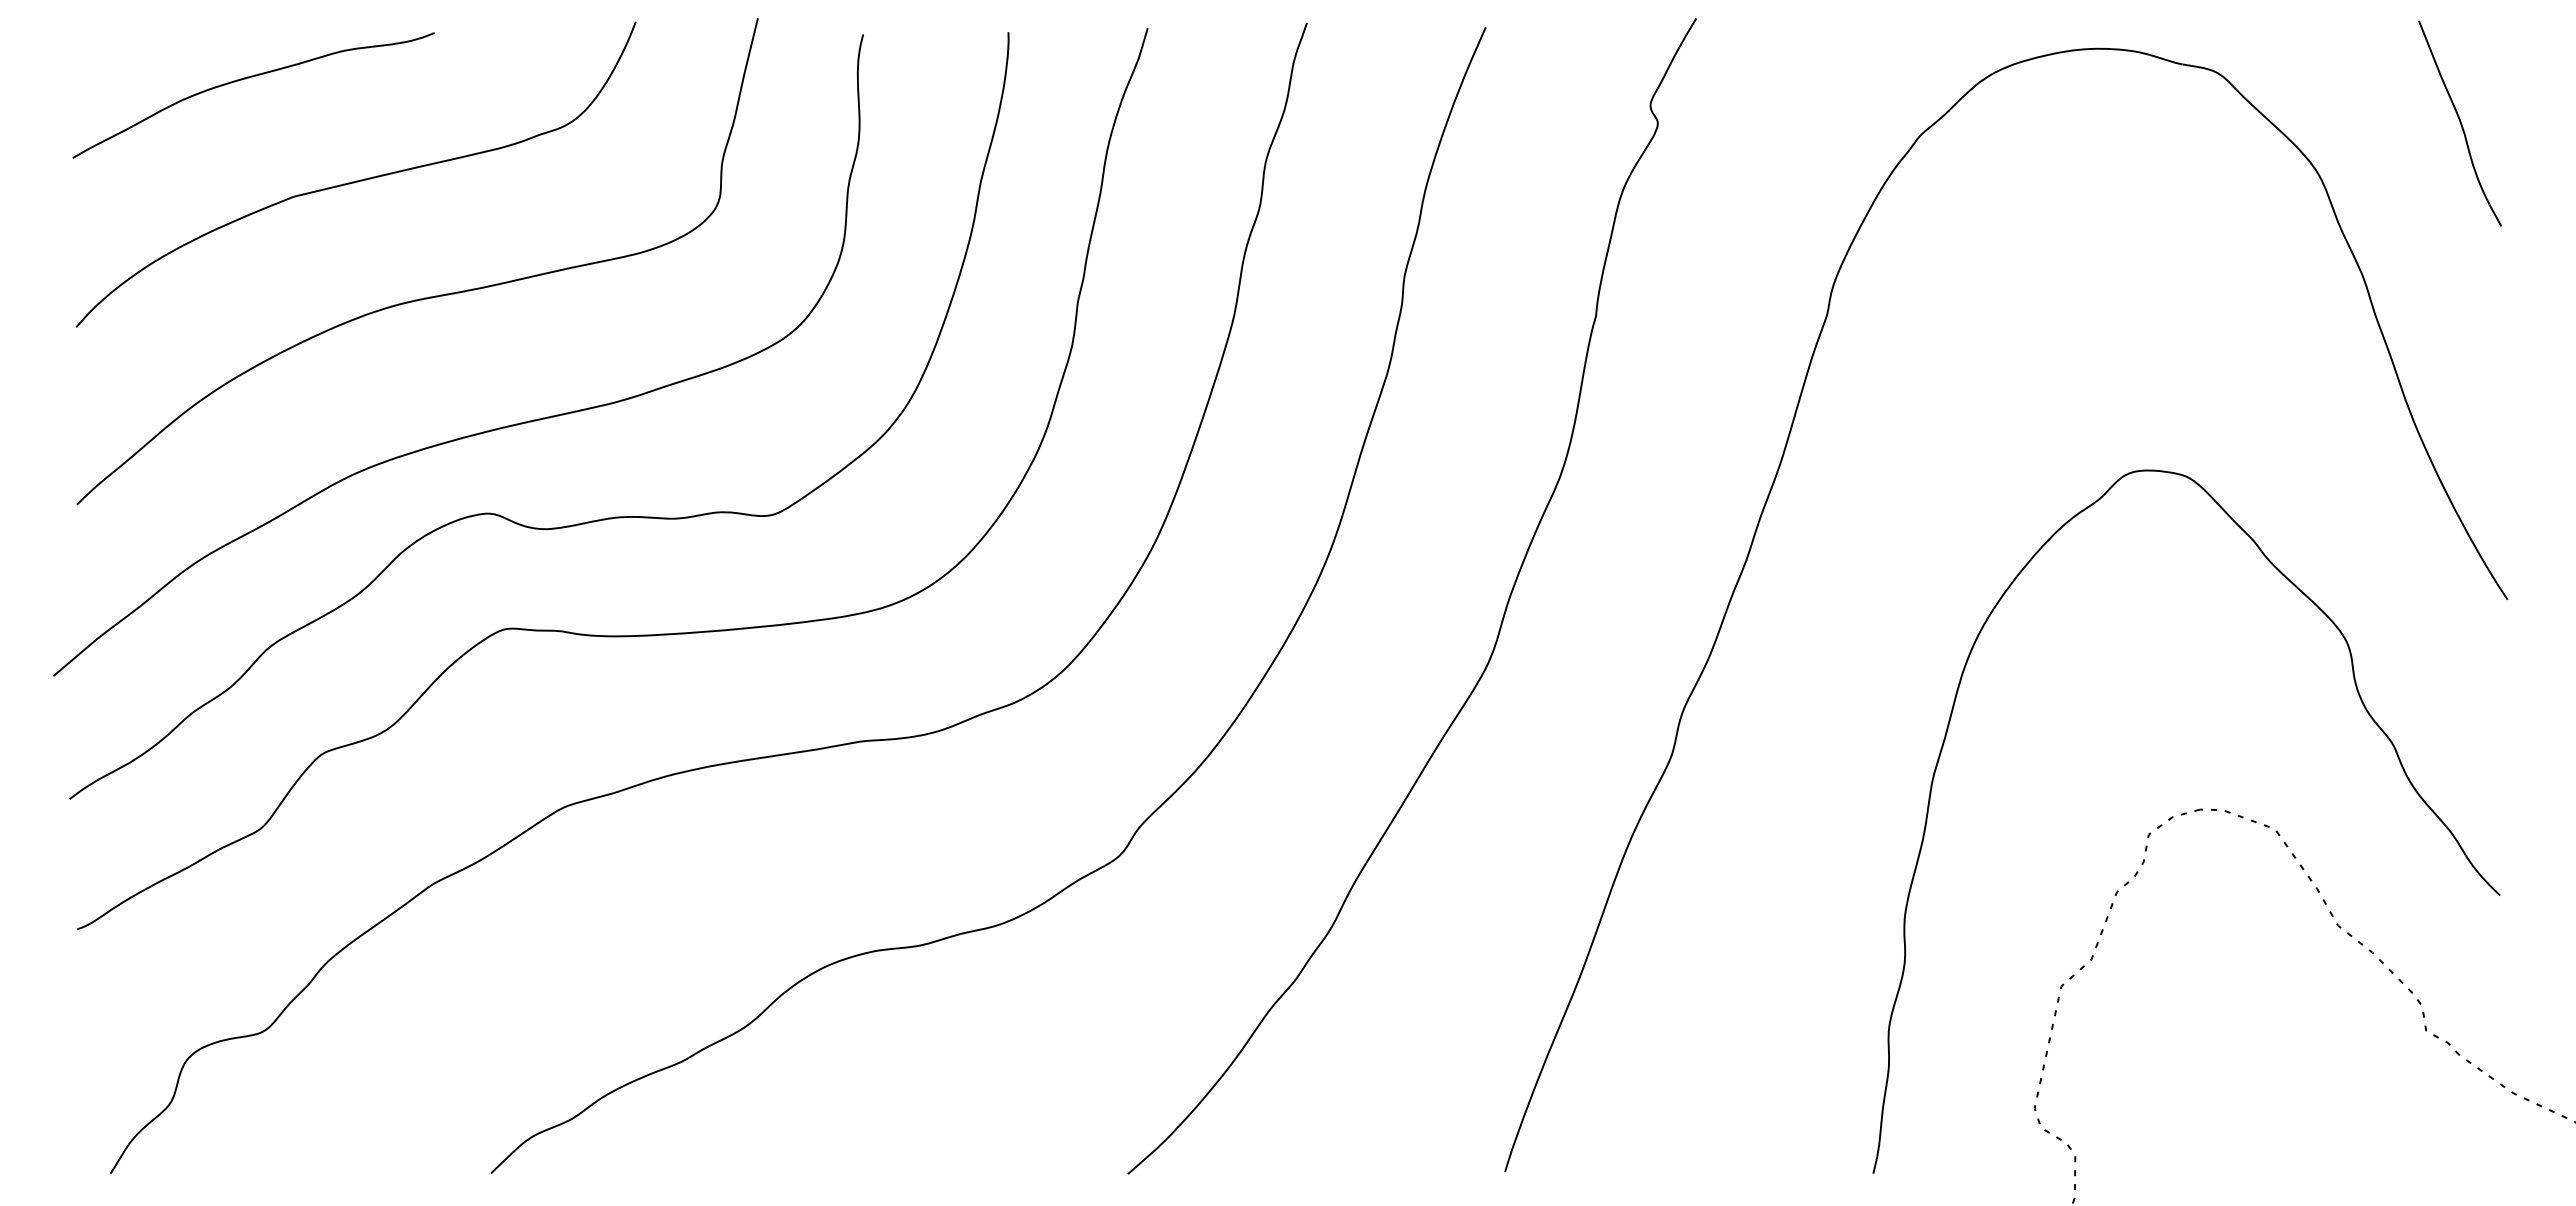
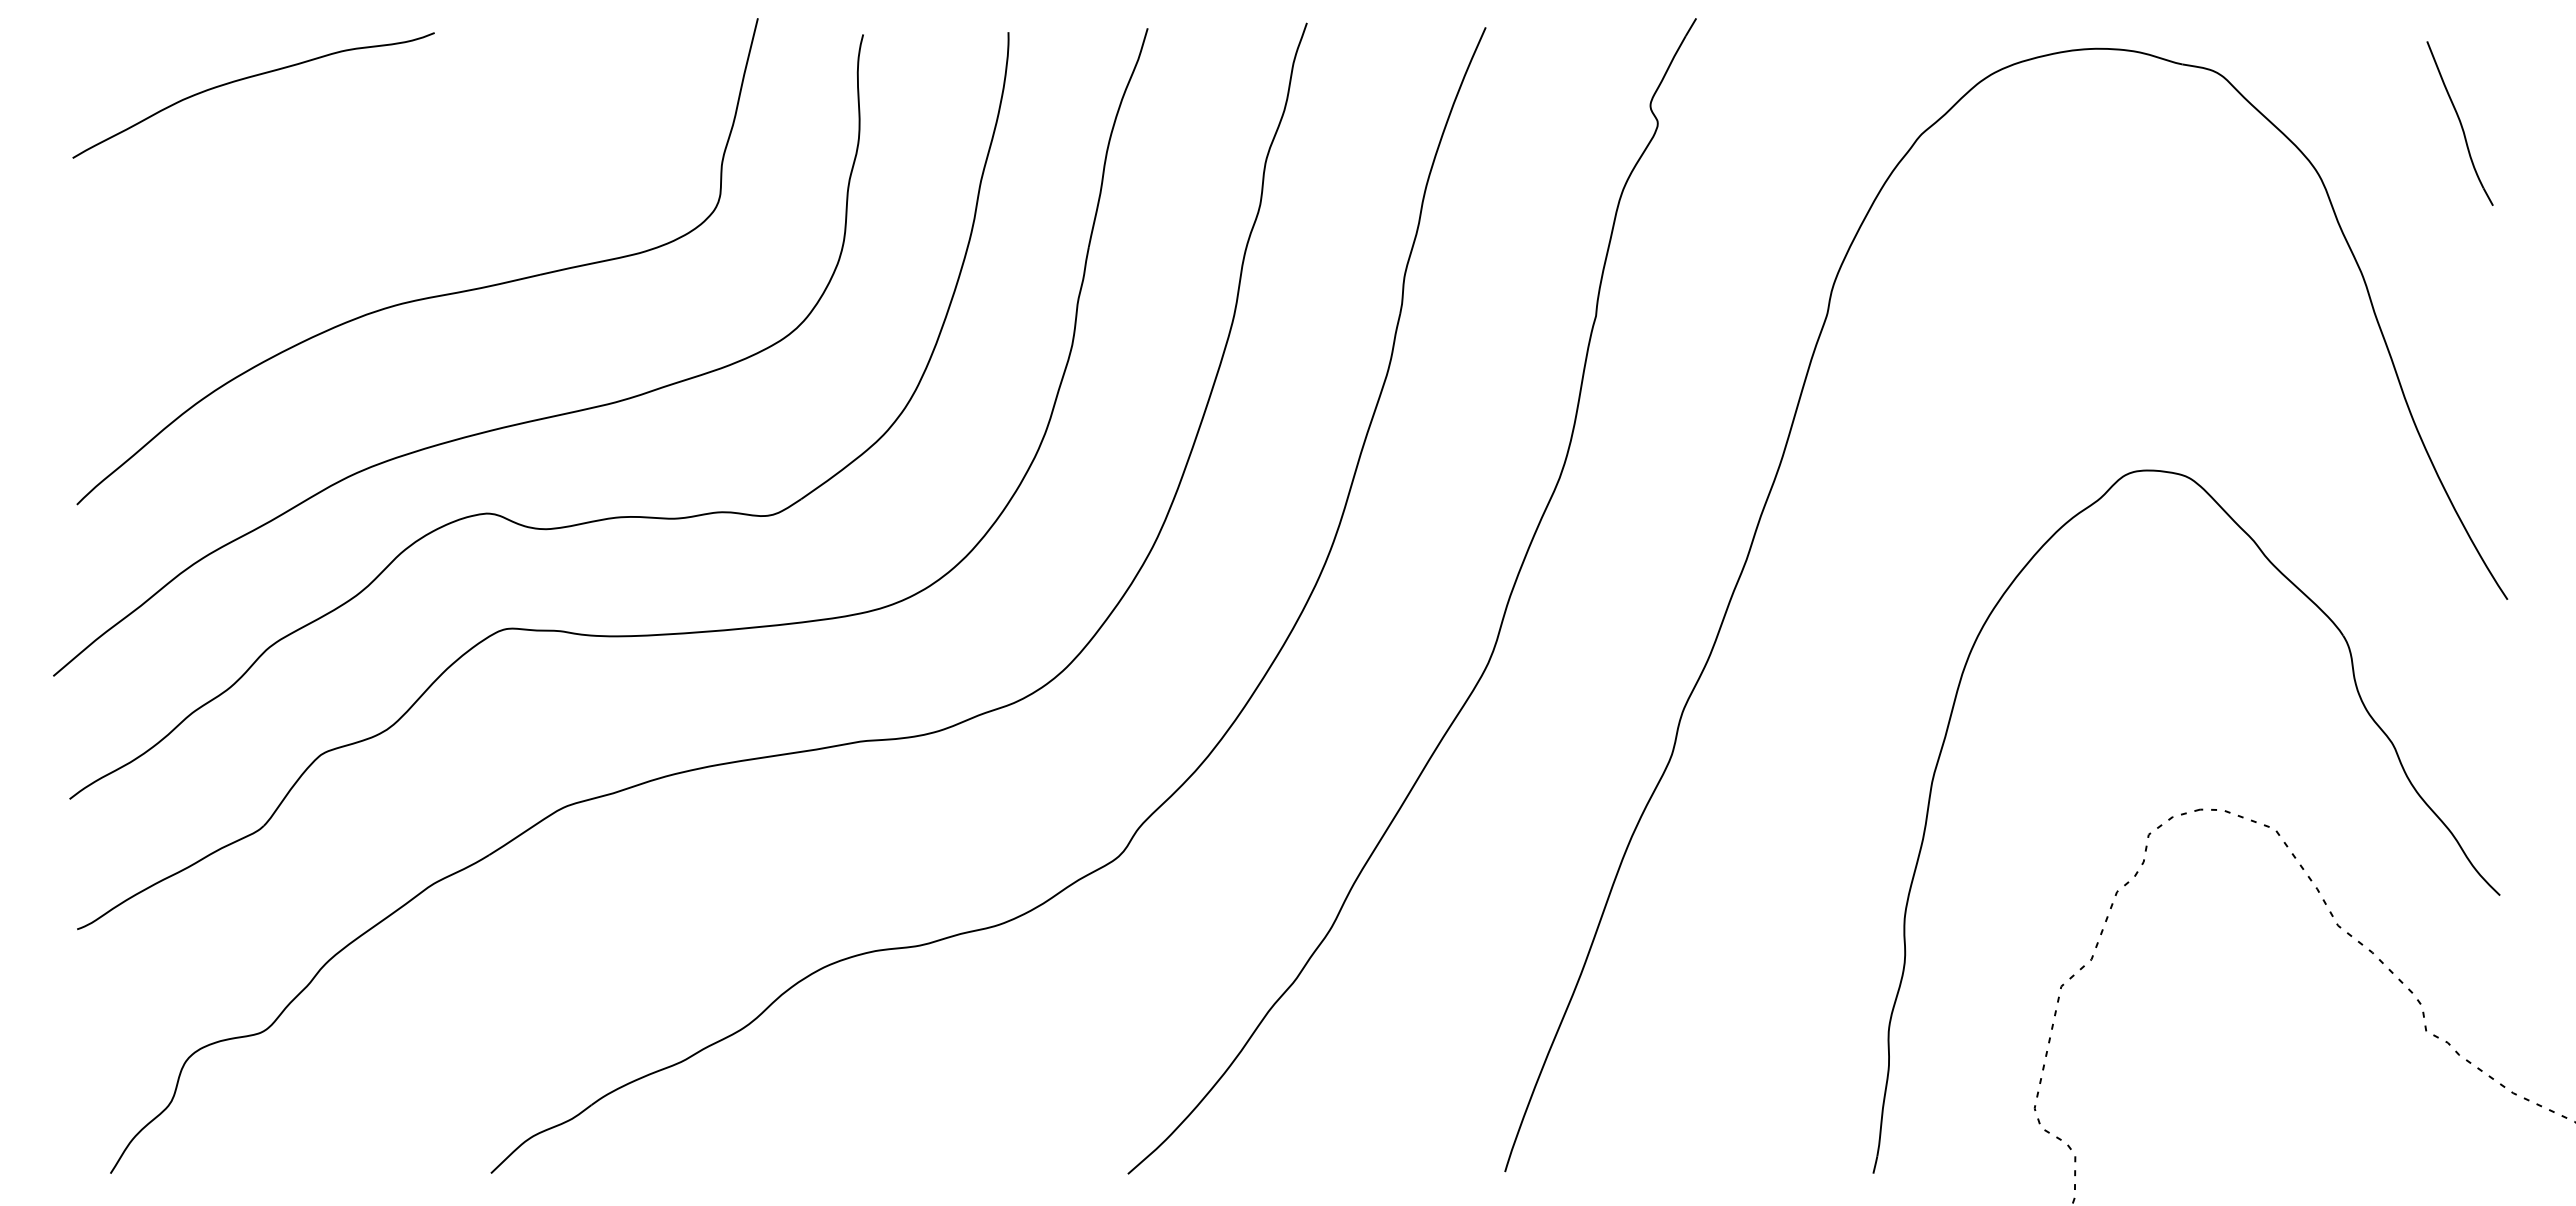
part at (2459, 123) size: 84x207 px -> 68x165 px
part at (356, 180): present -> none
